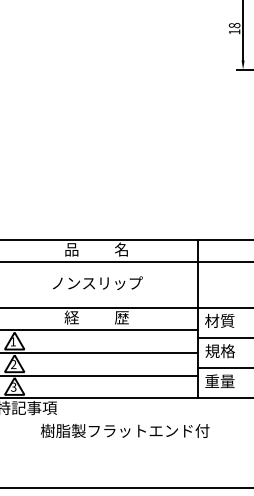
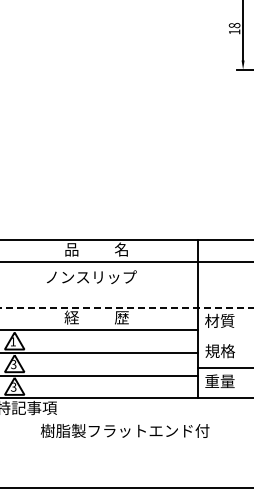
text at (97, 282) position: (97, 282) -> (91, 276)
line at (127, 307): solid -> dashed
line at (224, 337): present -> none
text at (13, 365): 2 -> 3
